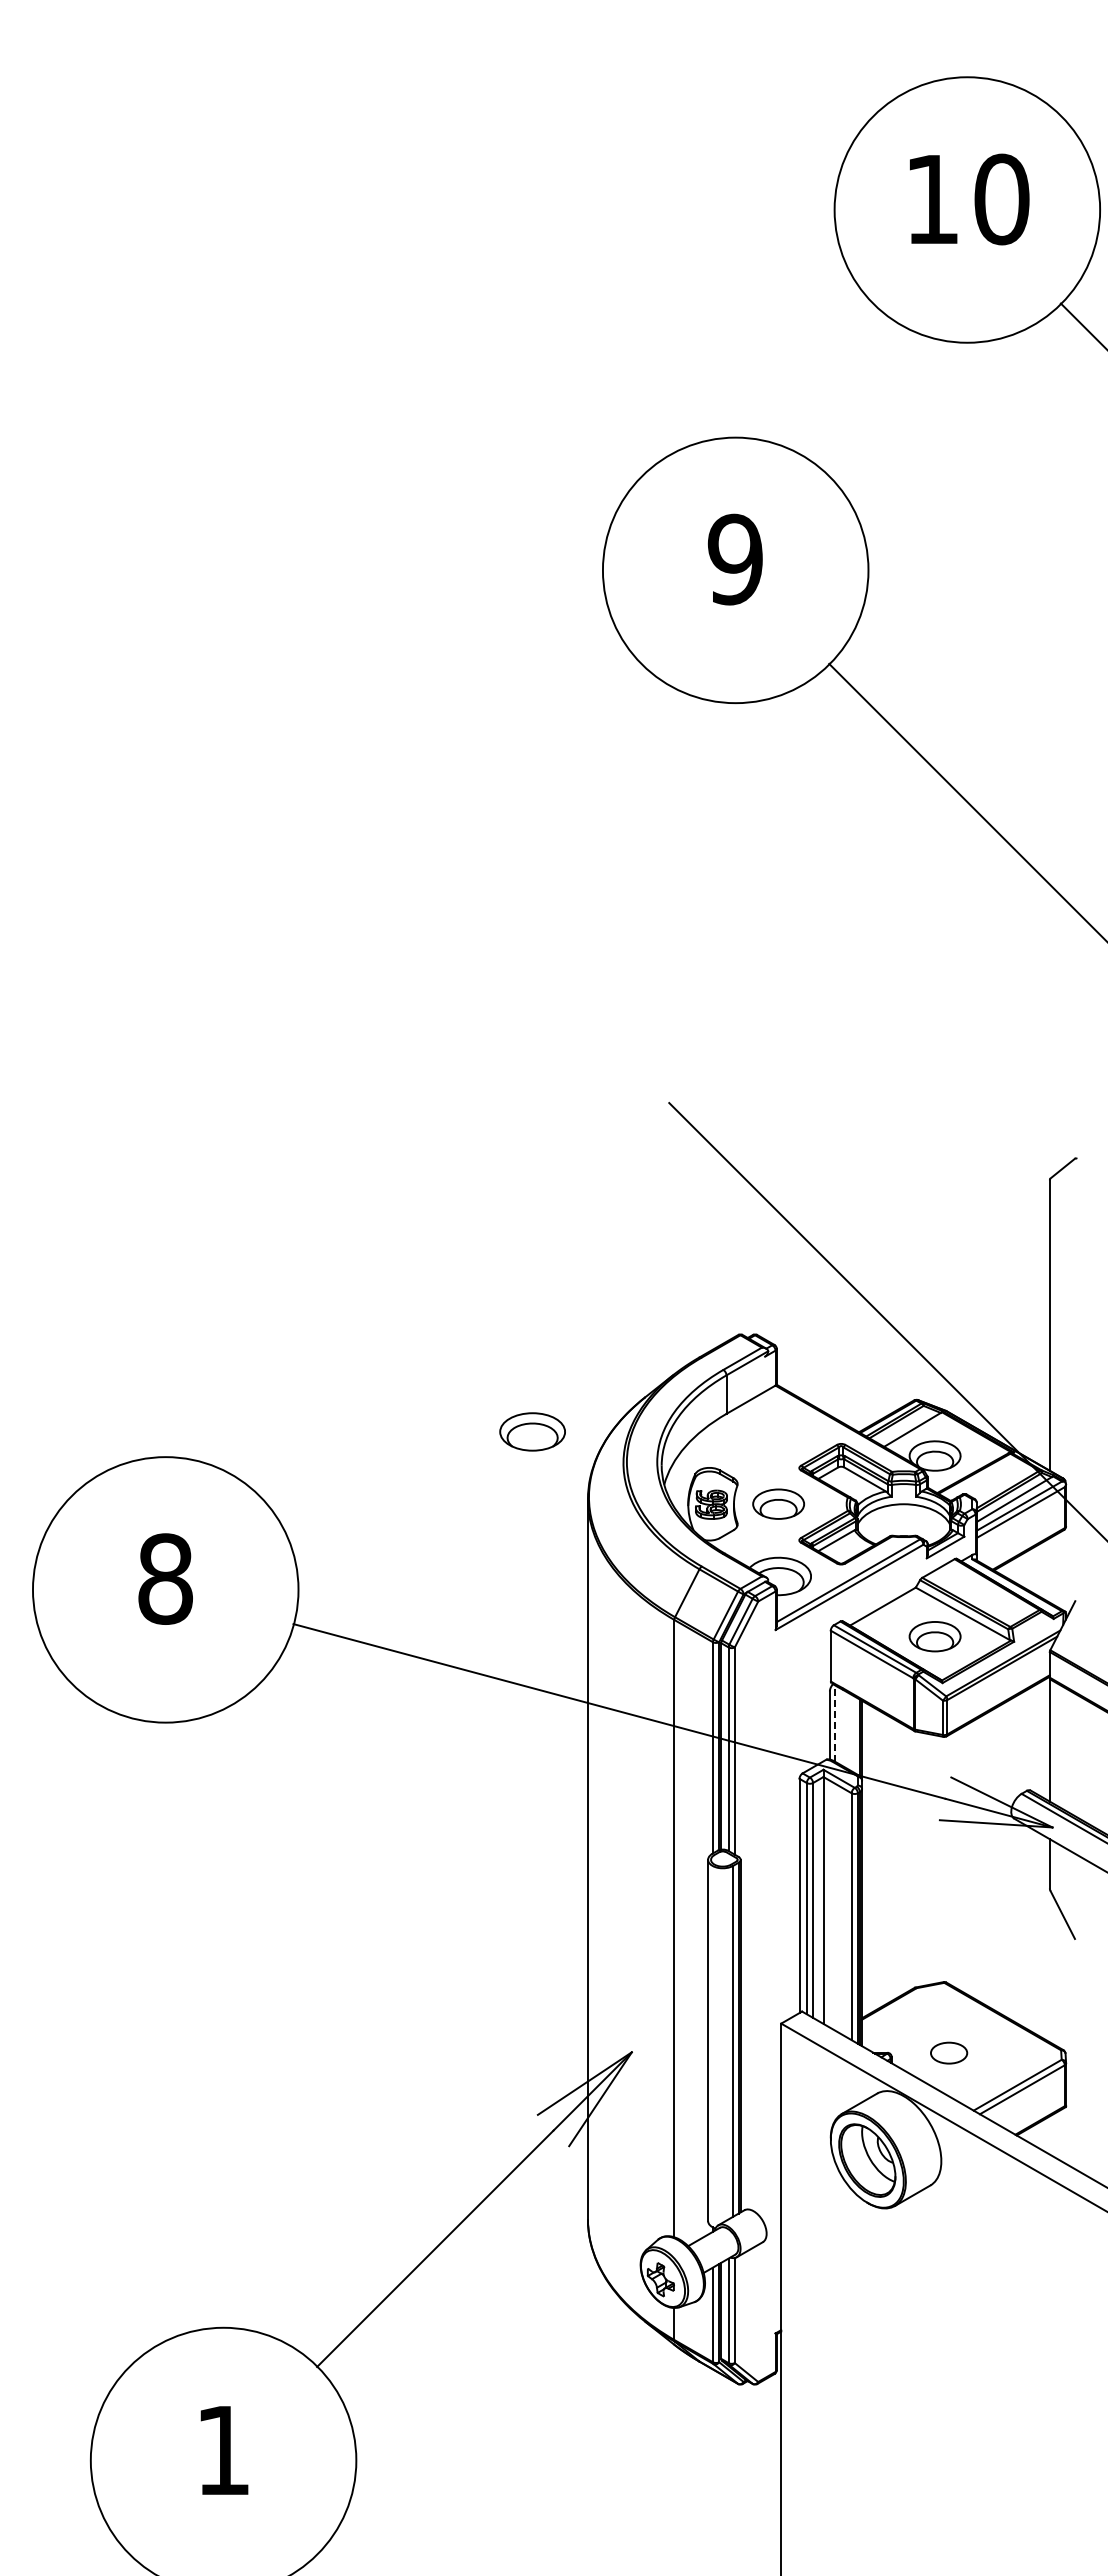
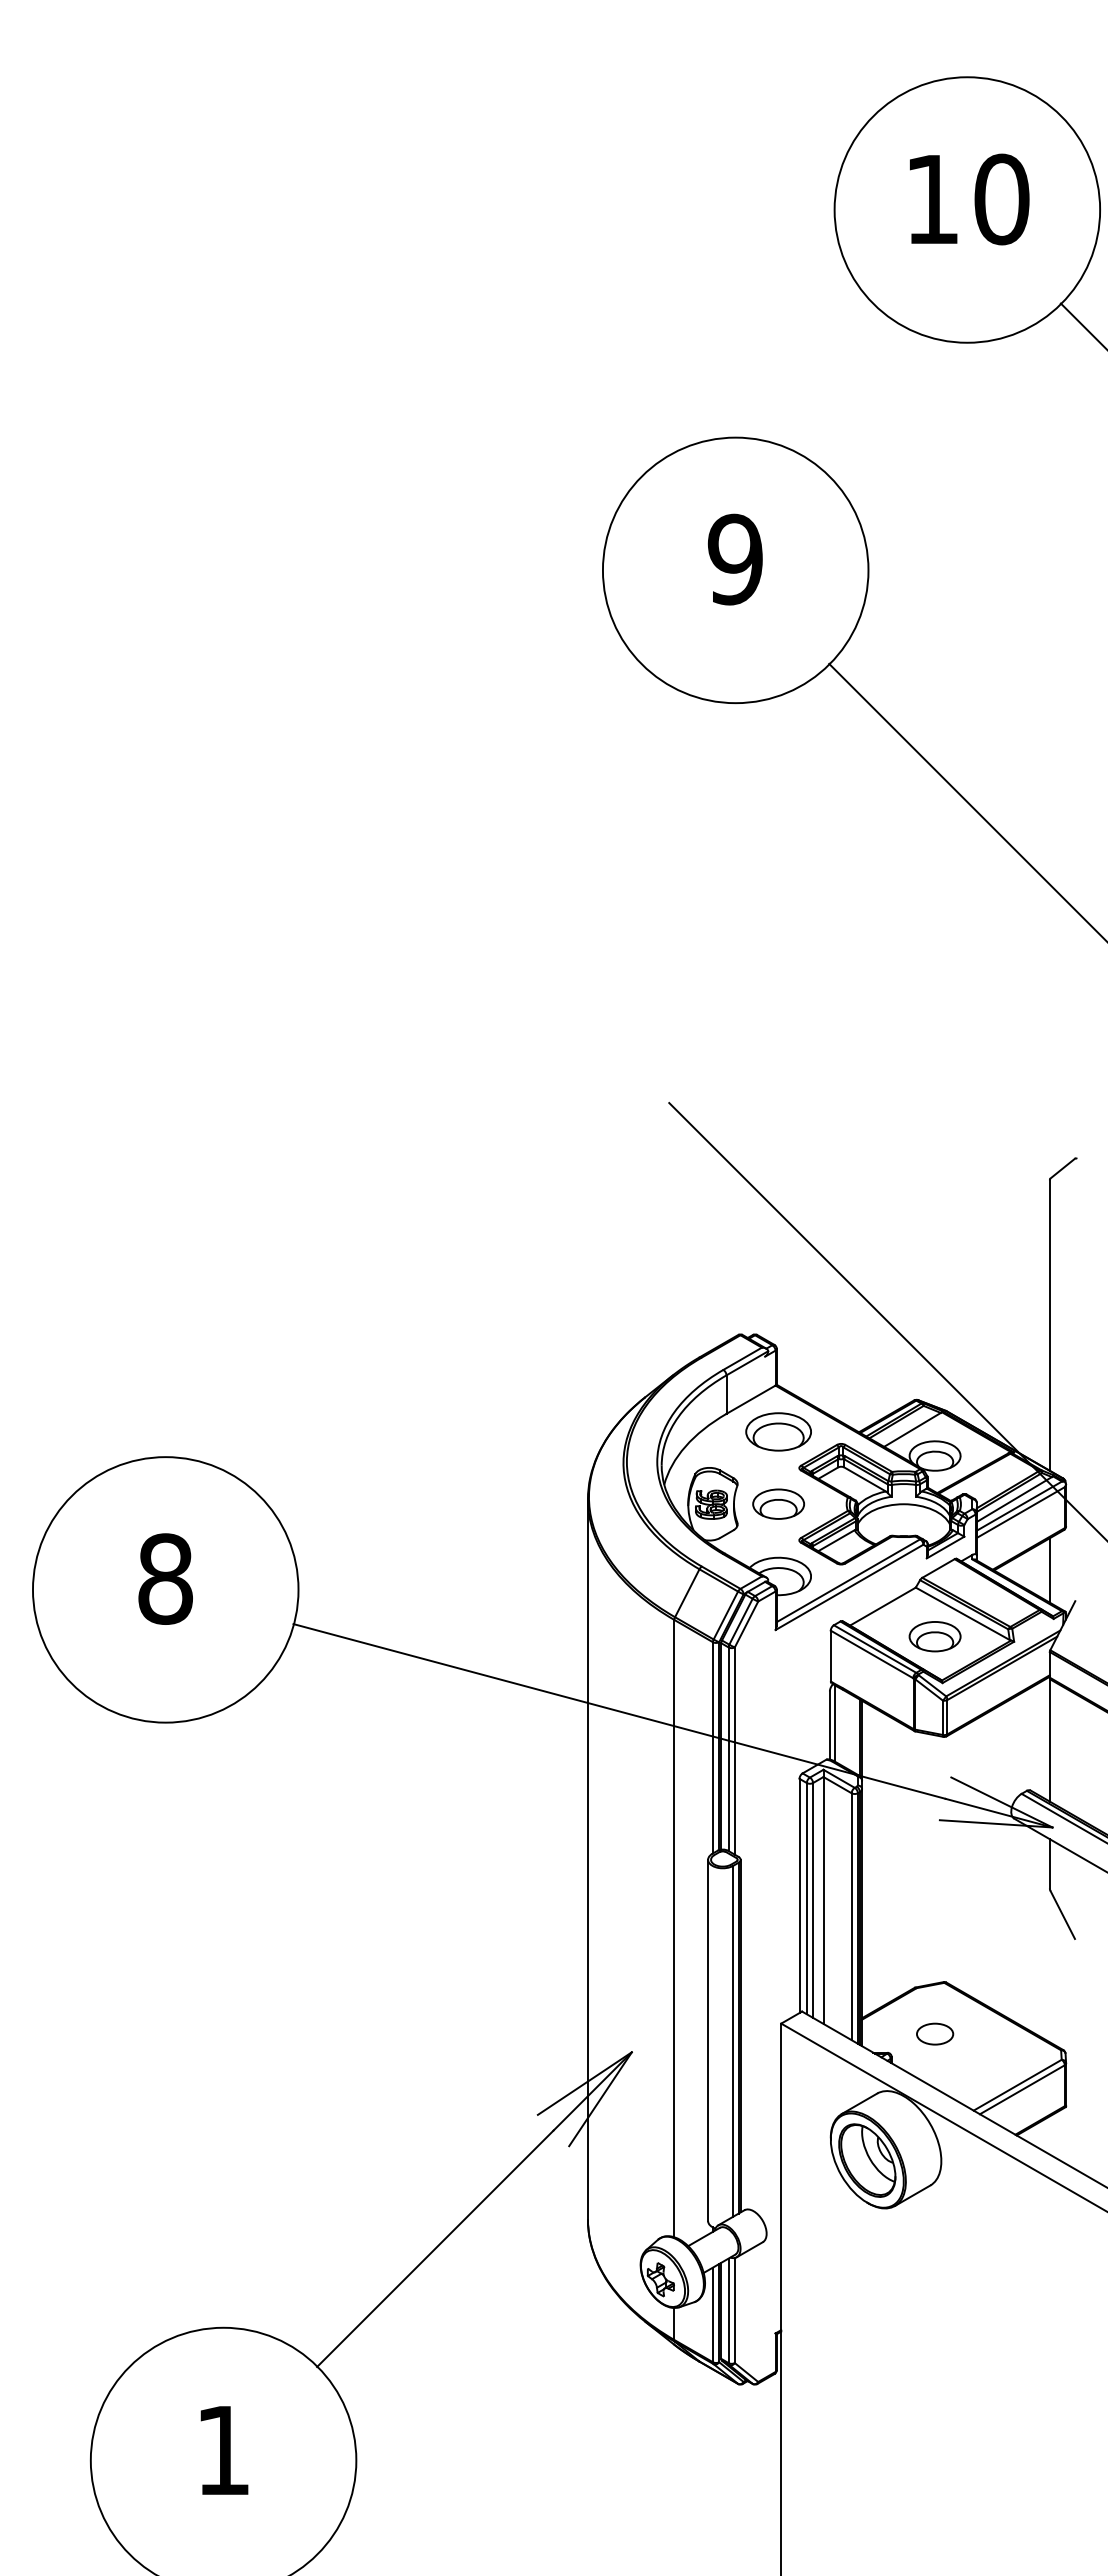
part at (532, 1431) position: (532, 1431) -> (778, 1431)
line at (1049, 1570): none -> present
line at (835, 1723): dashed -> solid
part at (949, 2052) position: (949, 2052) -> (935, 2033)
